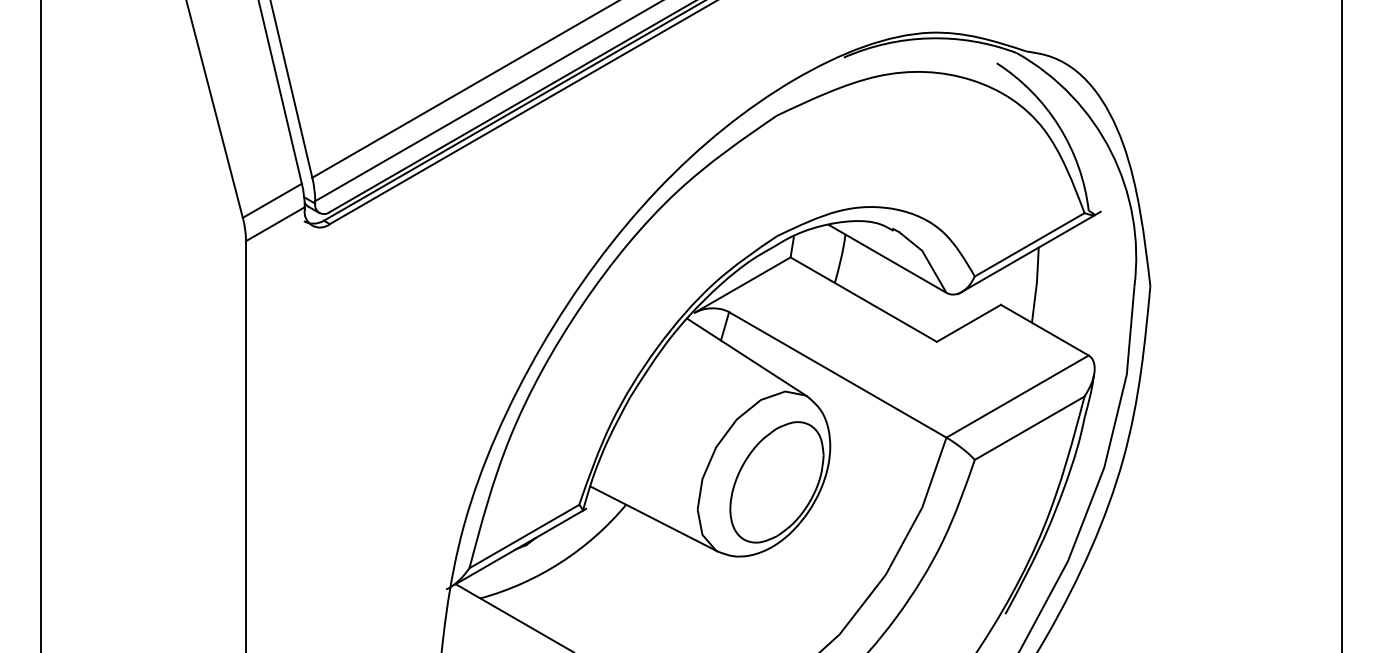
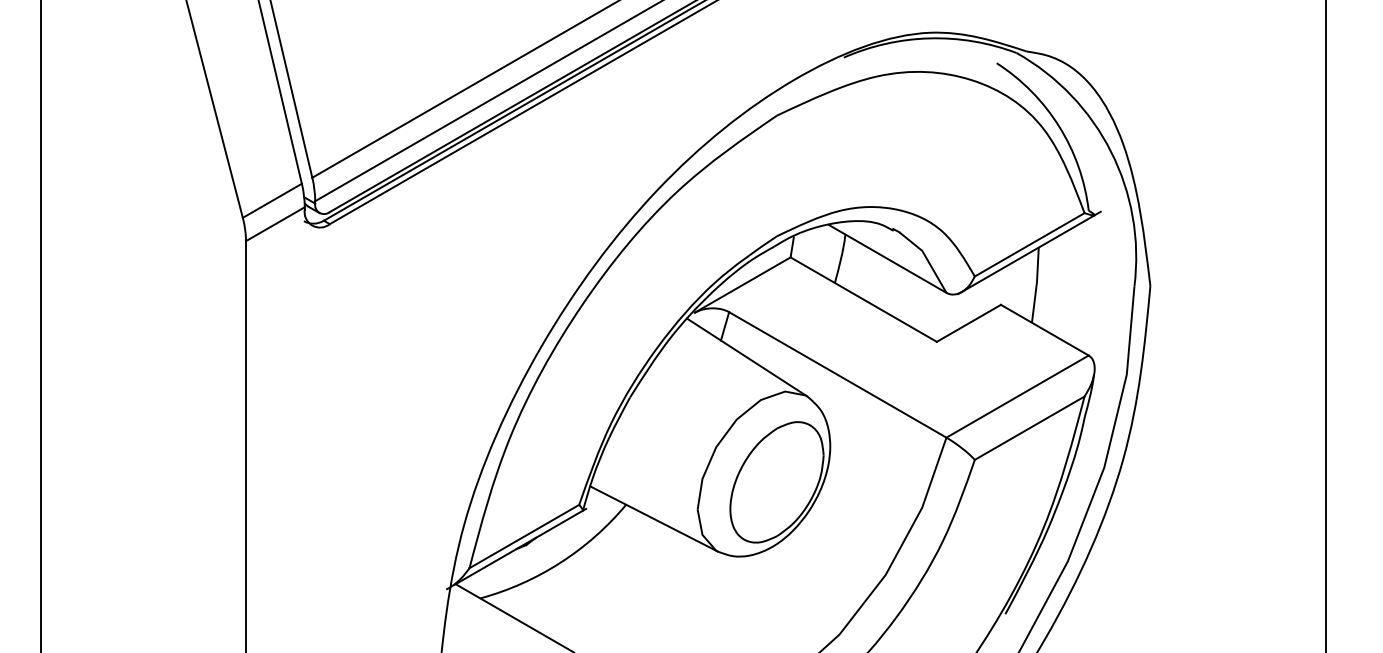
line at (1341, 325) position: (1341, 325) -> (1325, 325)
